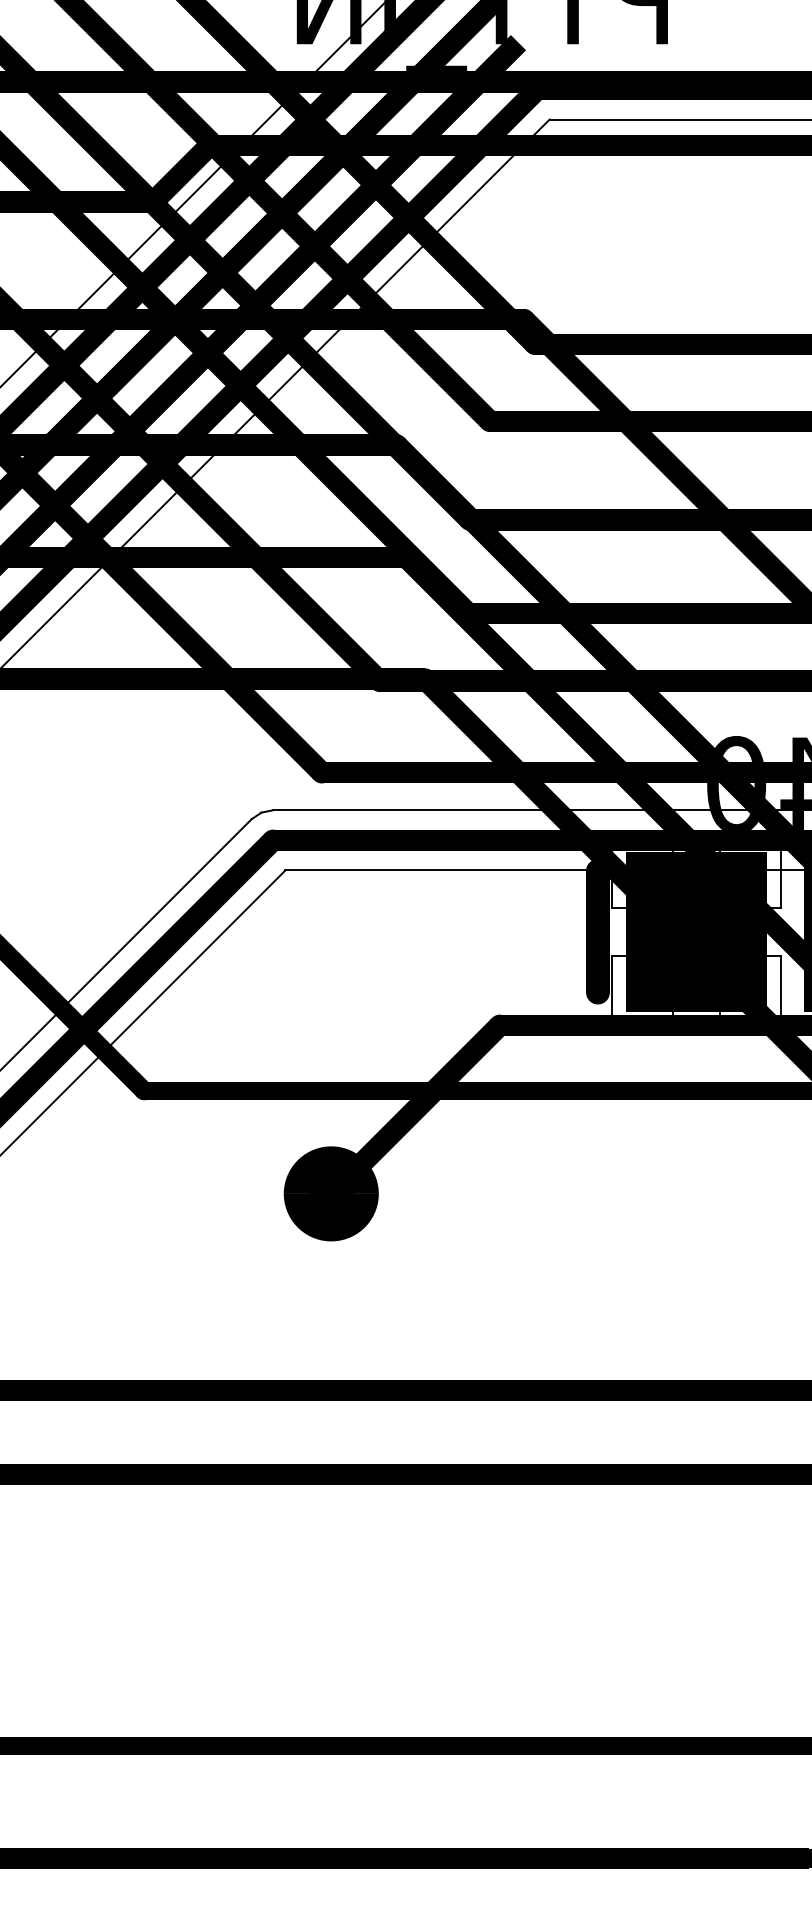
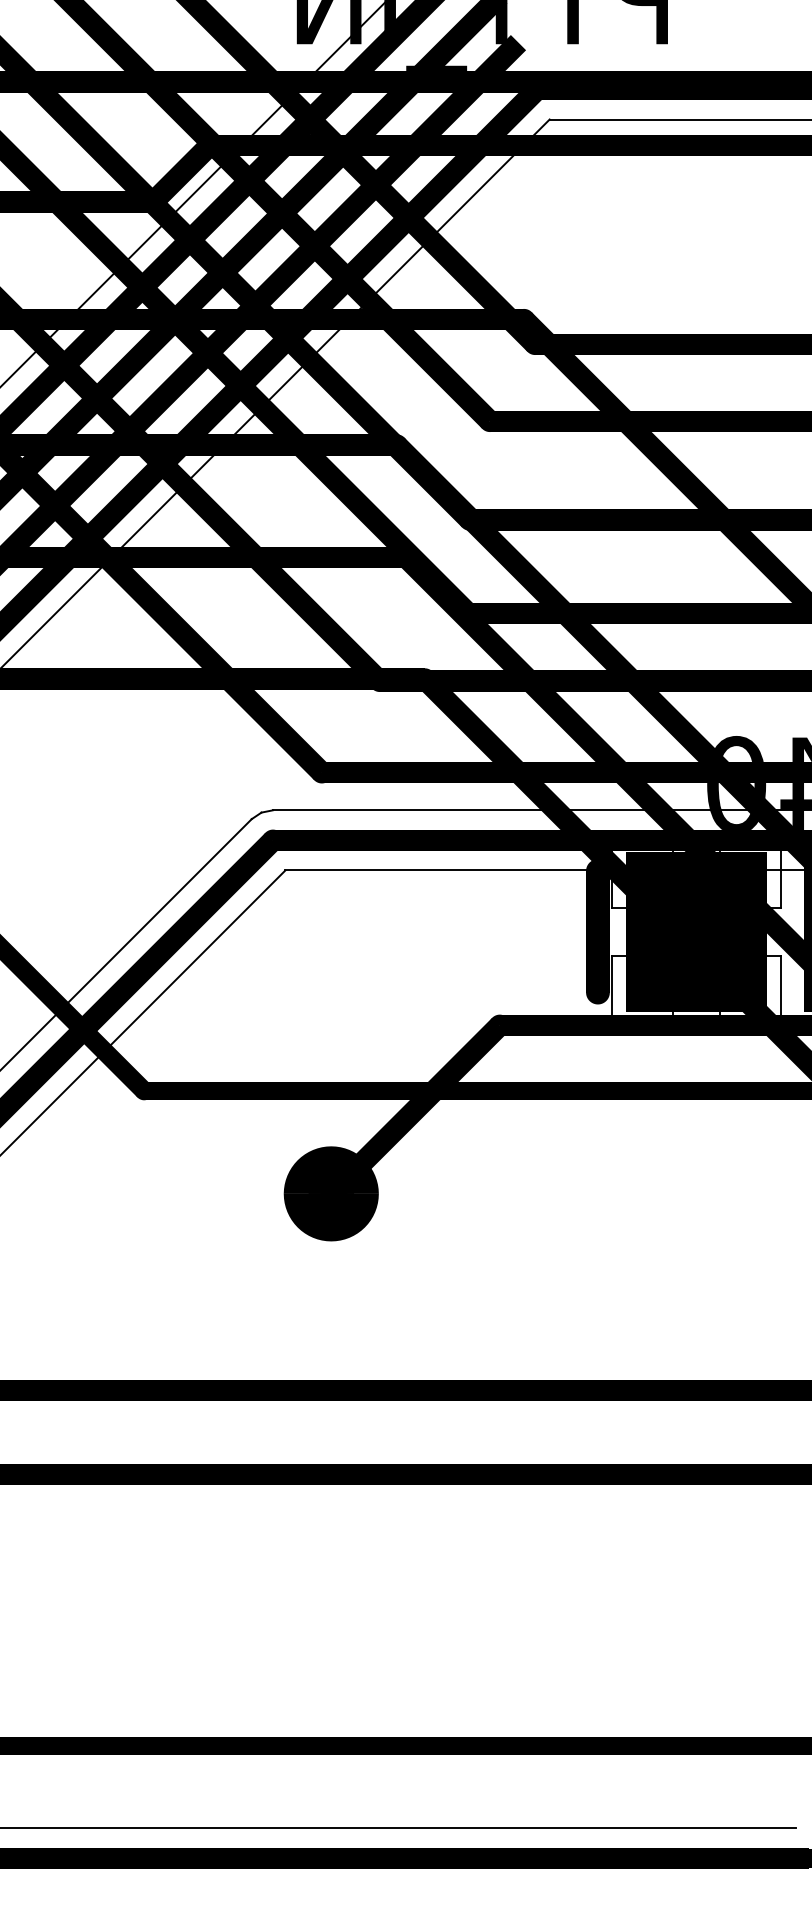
line at (399, 1828): none -> present
